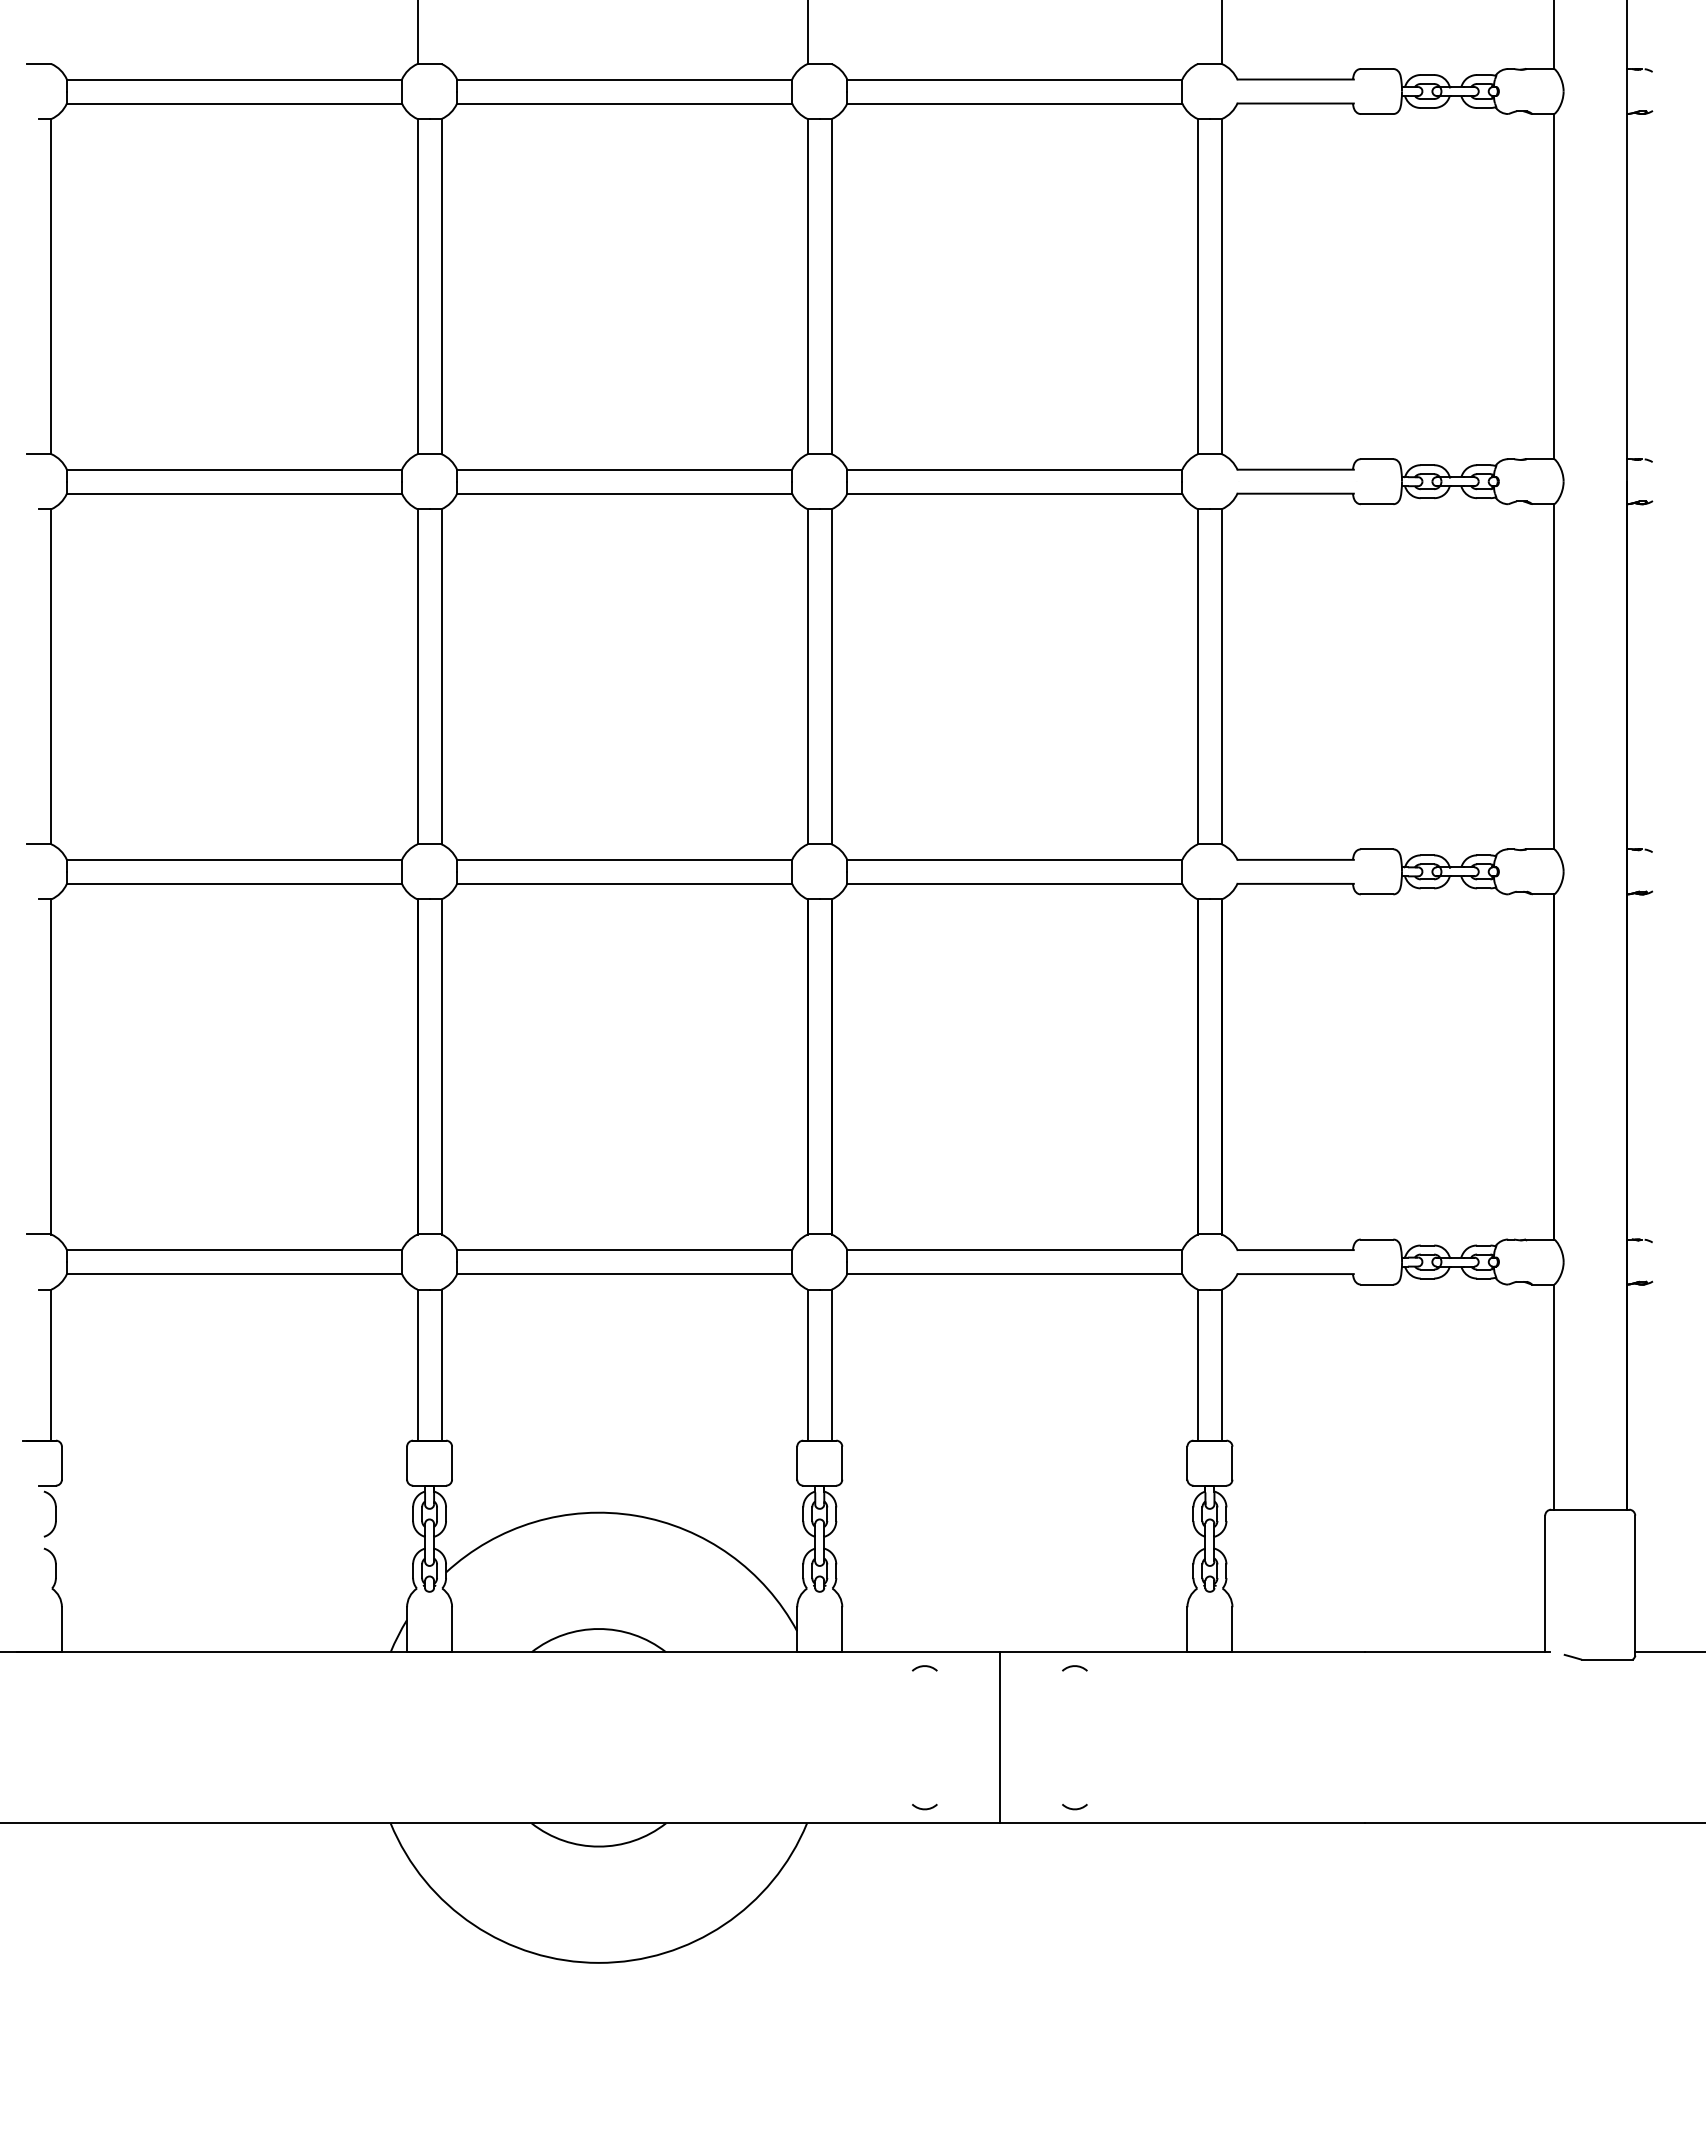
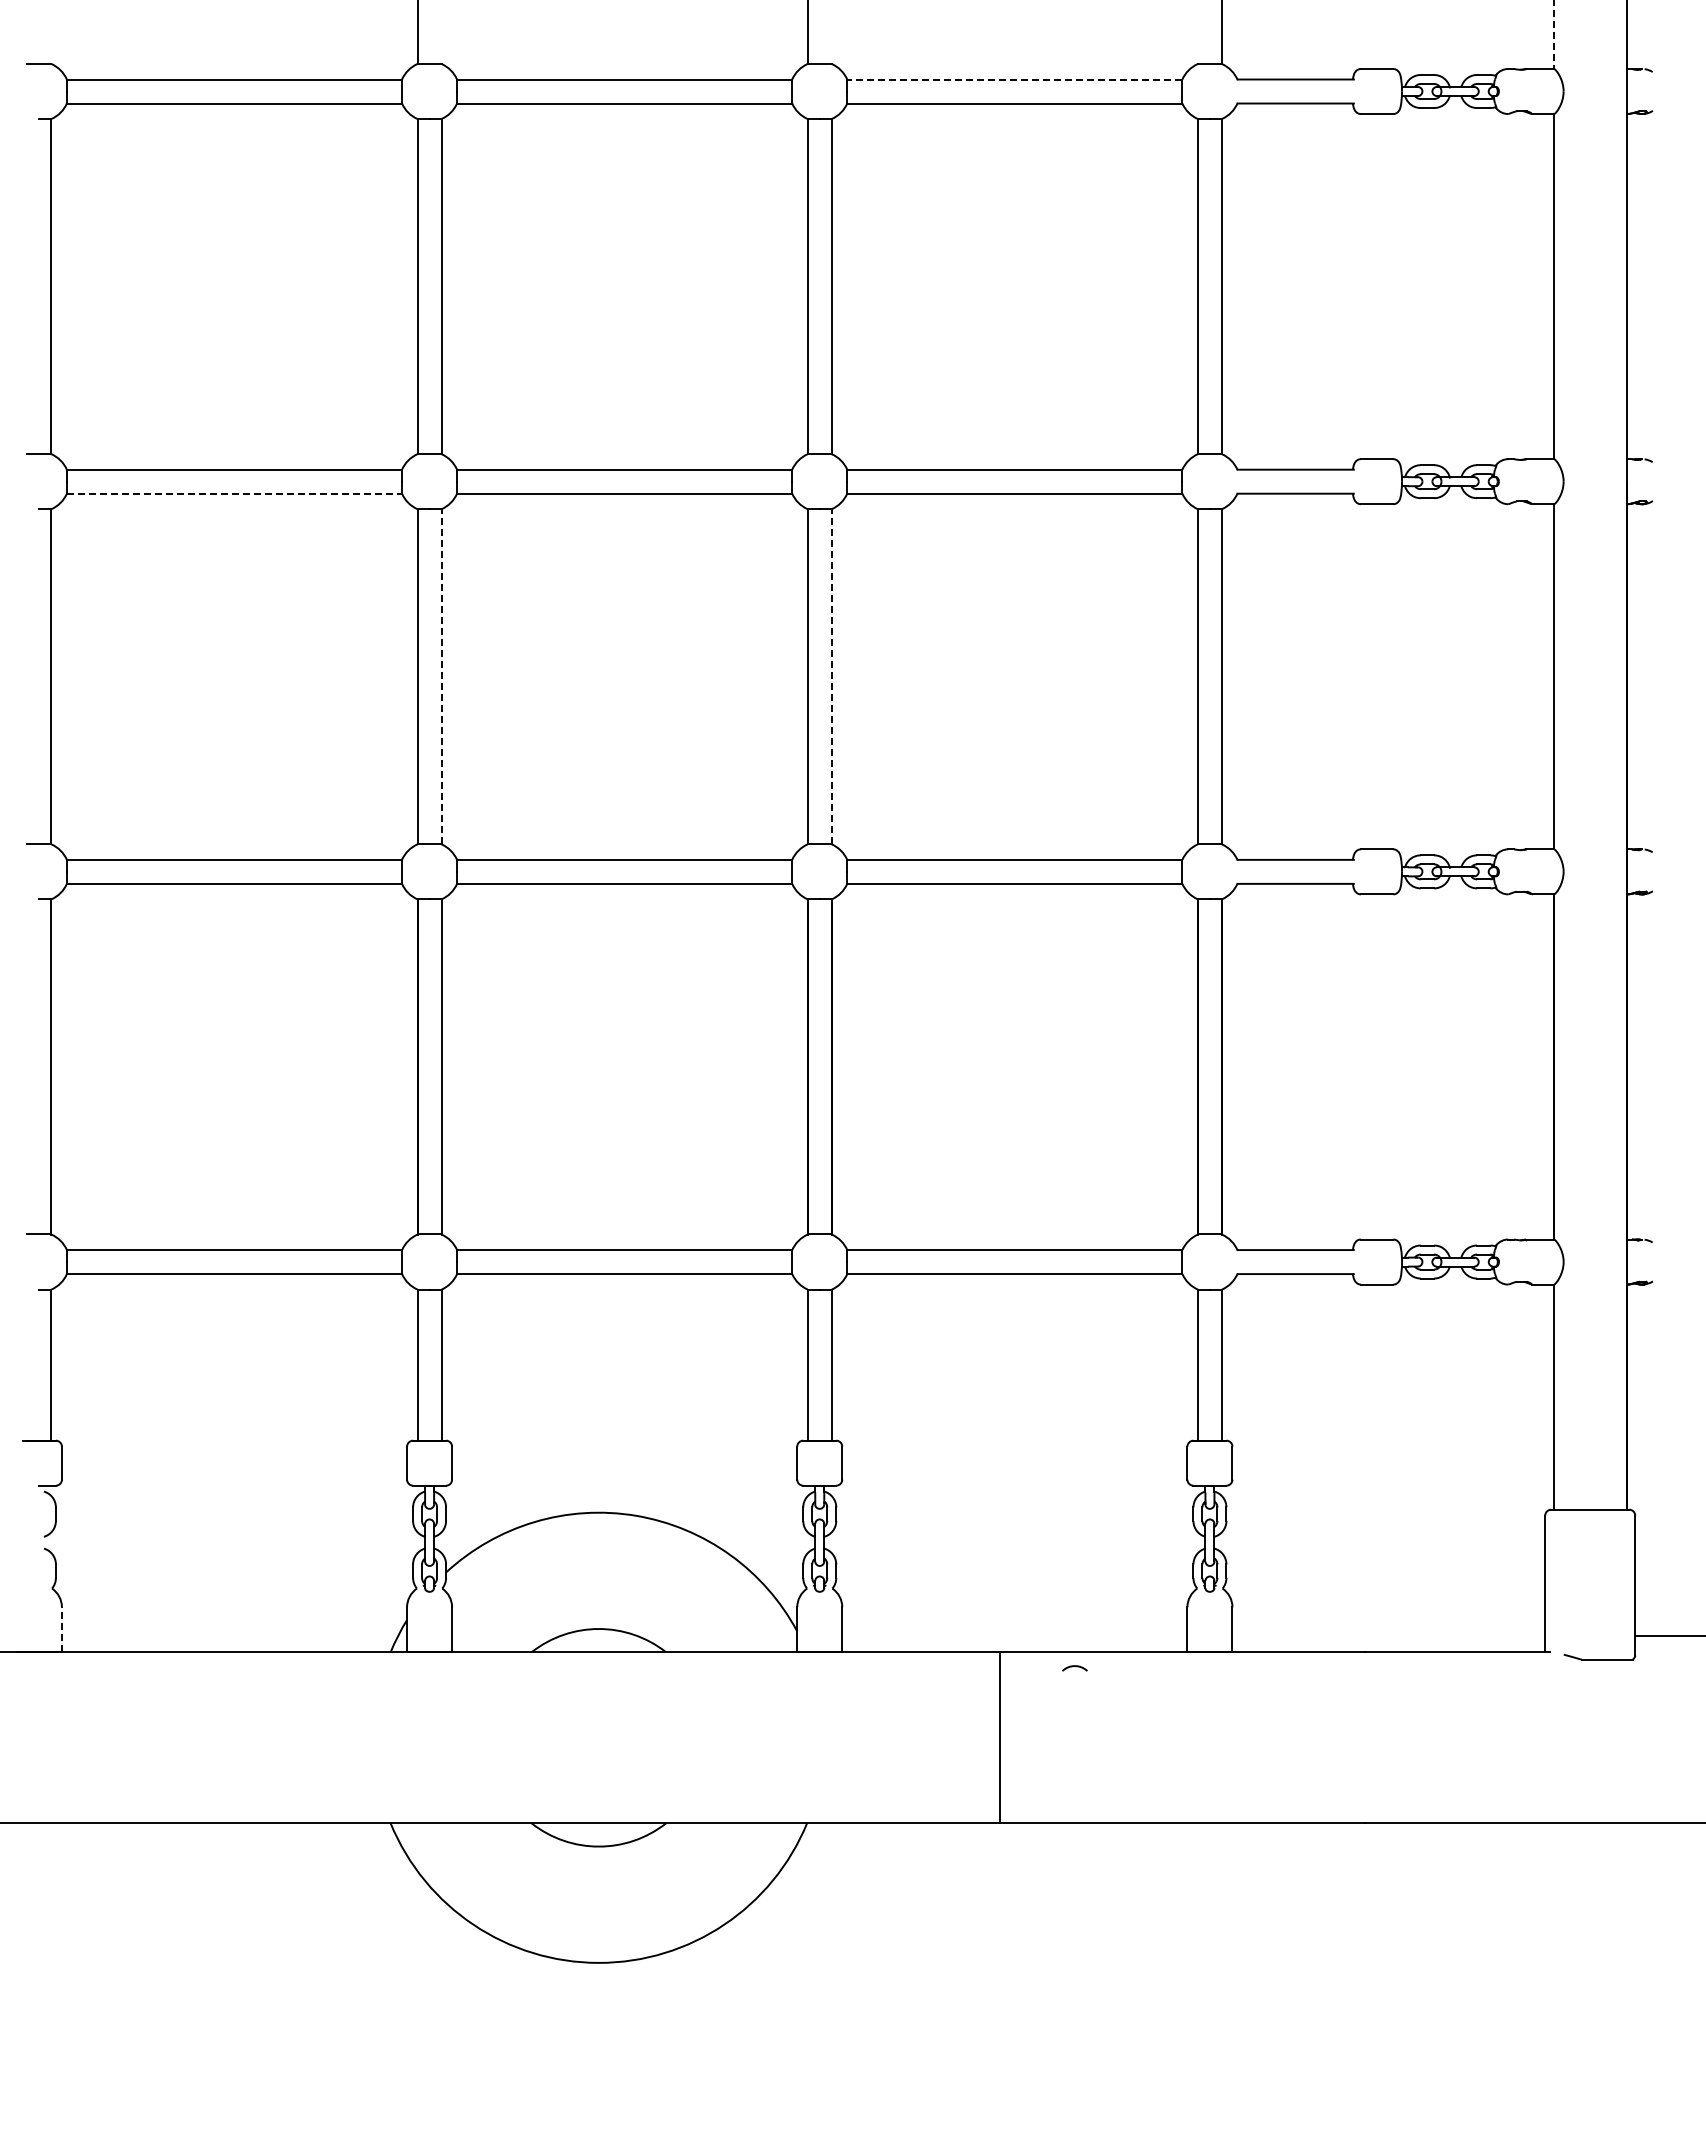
line at (1553, 35): solid -> dashed
line at (1014, 79): solid -> dashed
line at (234, 493): solid -> dashed
line at (441, 676): solid -> dashed
line at (831, 676): solid -> dashed
line at (61, 1629): solid -> dashed
line at (1668, 1652) position: (1668, 1652) -> (1668, 1636)
arc at (924, 1666): present -> none
arc at (924, 1808): present -> none
arc at (1074, 1808): present -> none
